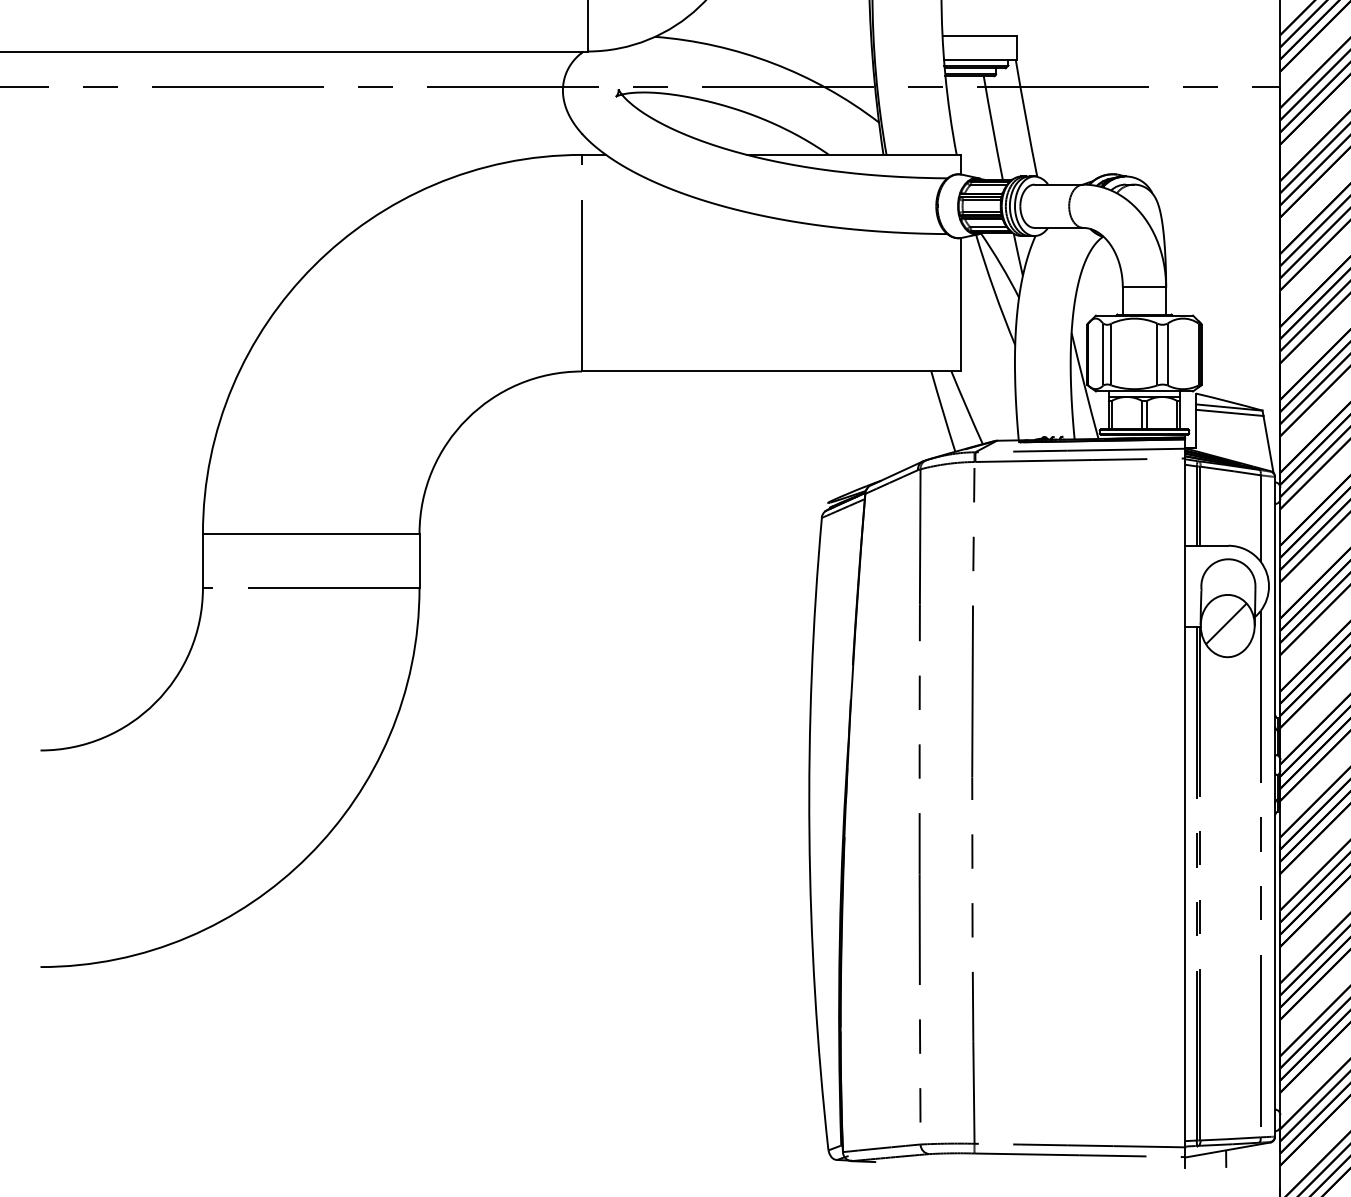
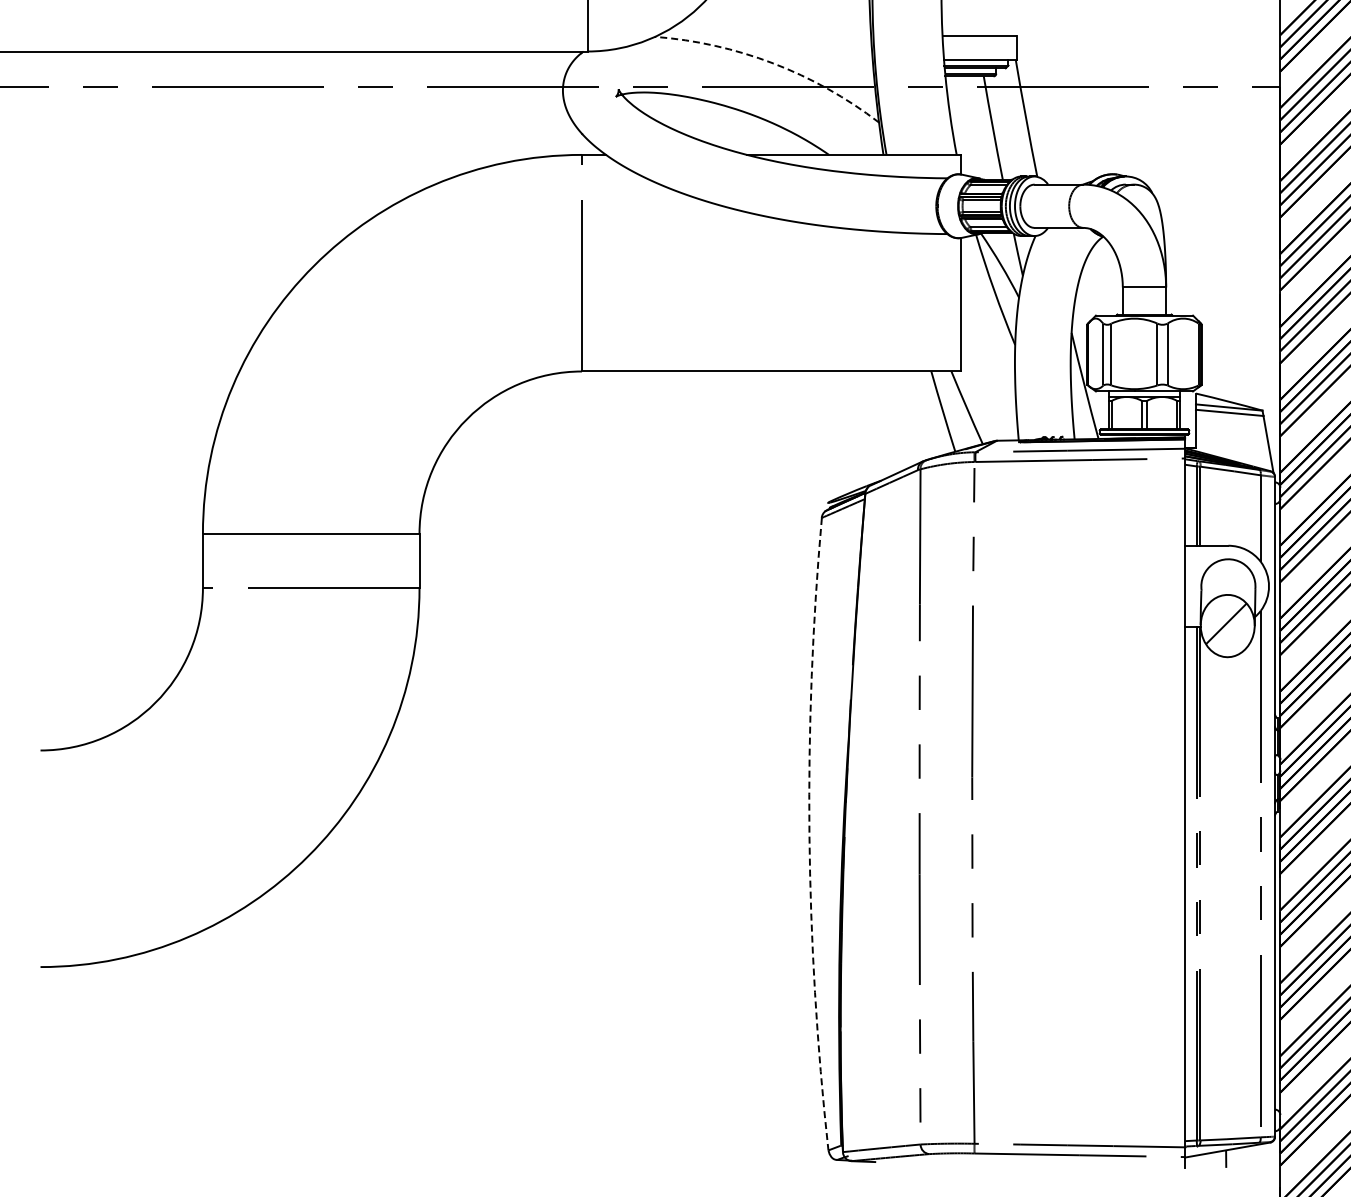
arc at (773, 63): solid -> dashed
arc at (809, 834): solid -> dashed
